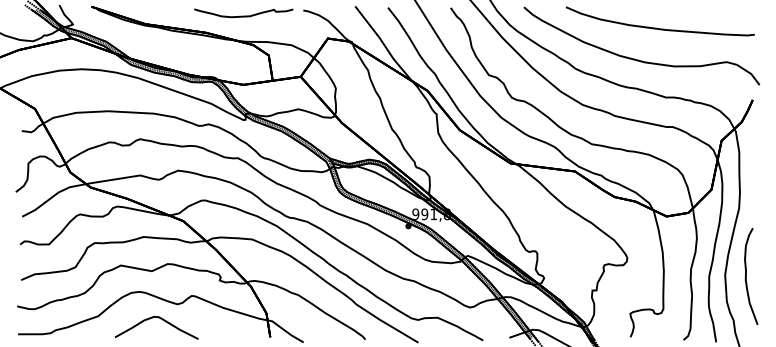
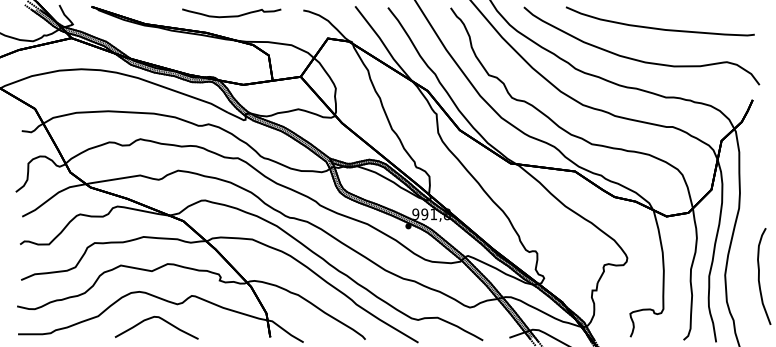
curve at (243, 15) position: (243, 15) -> (231, 15)
curve at (746, 276) position: (746, 276) -> (759, 276)
